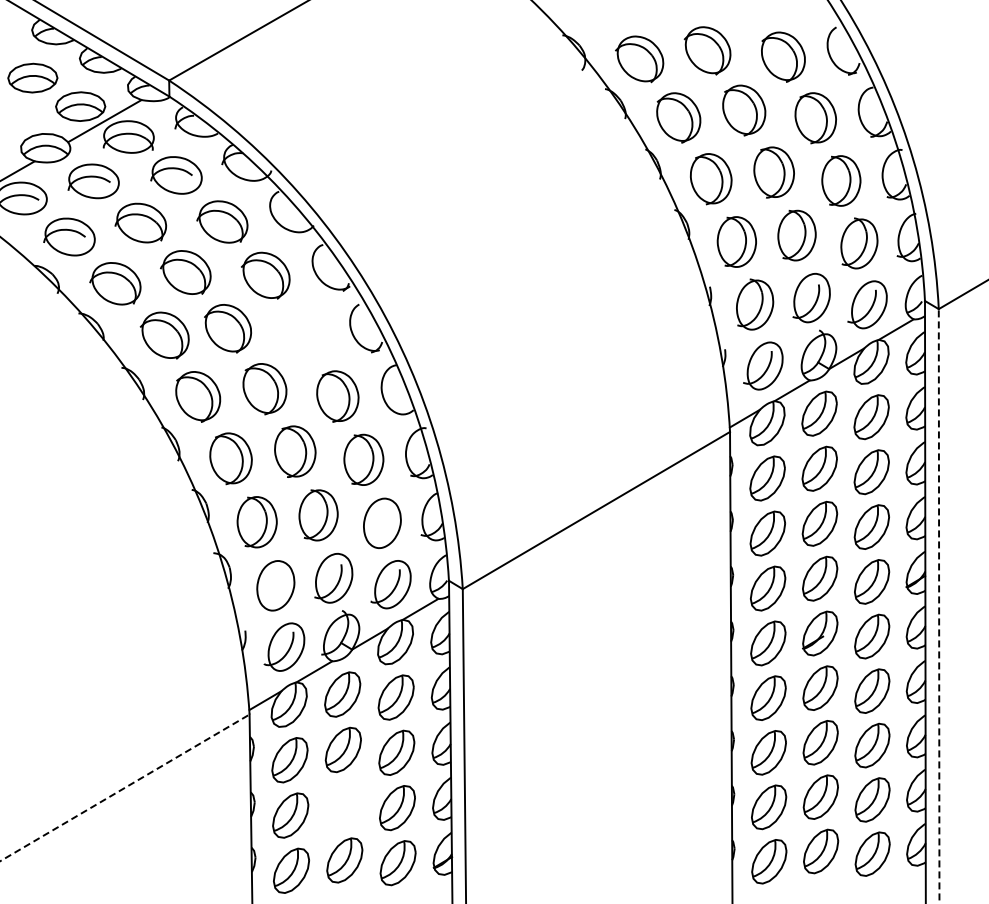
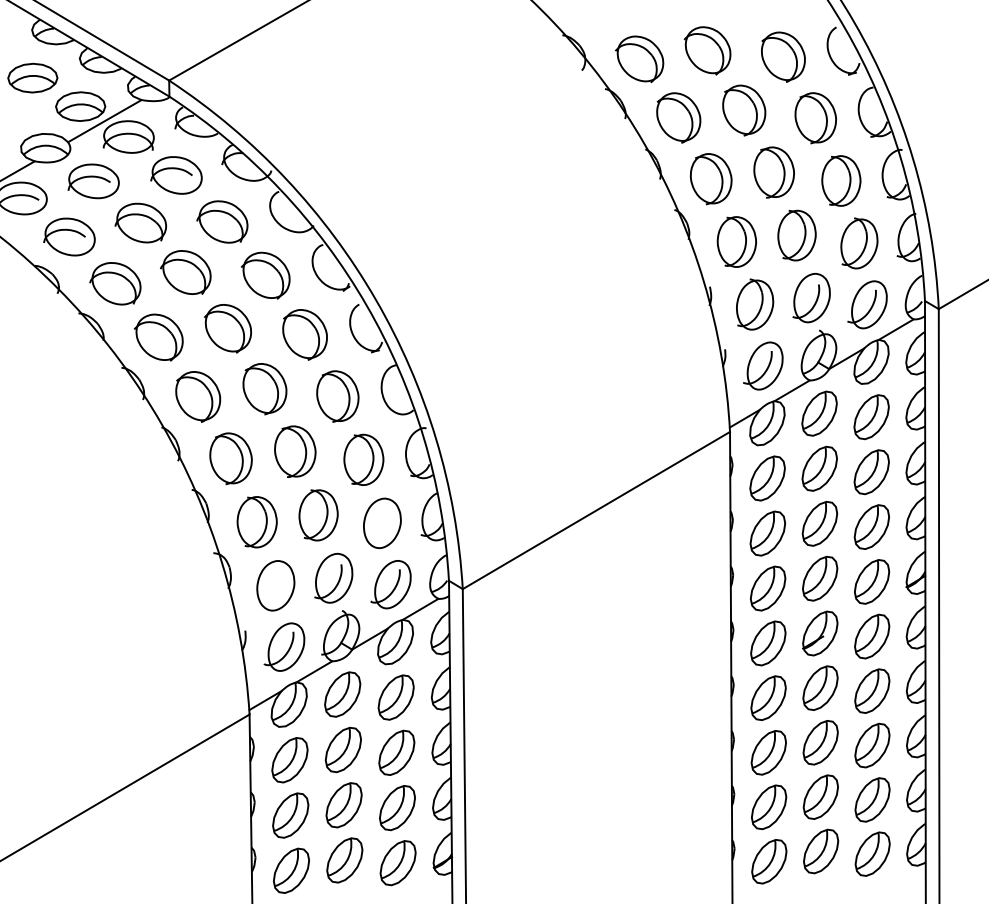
part at (304, 334): none -> present
part at (164, 335) position: (164, 335) -> (158, 337)
line at (939, 605): dashed -> solid
line at (125, 787): dashed -> solid
part at (343, 805): none -> present
